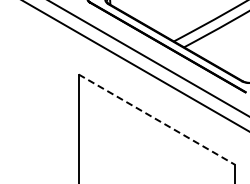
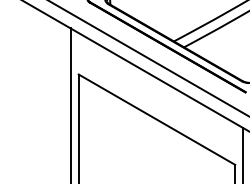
line at (70, 104): none -> present
line at (157, 119): dashed -> solid
line at (243, 154): none -> present
